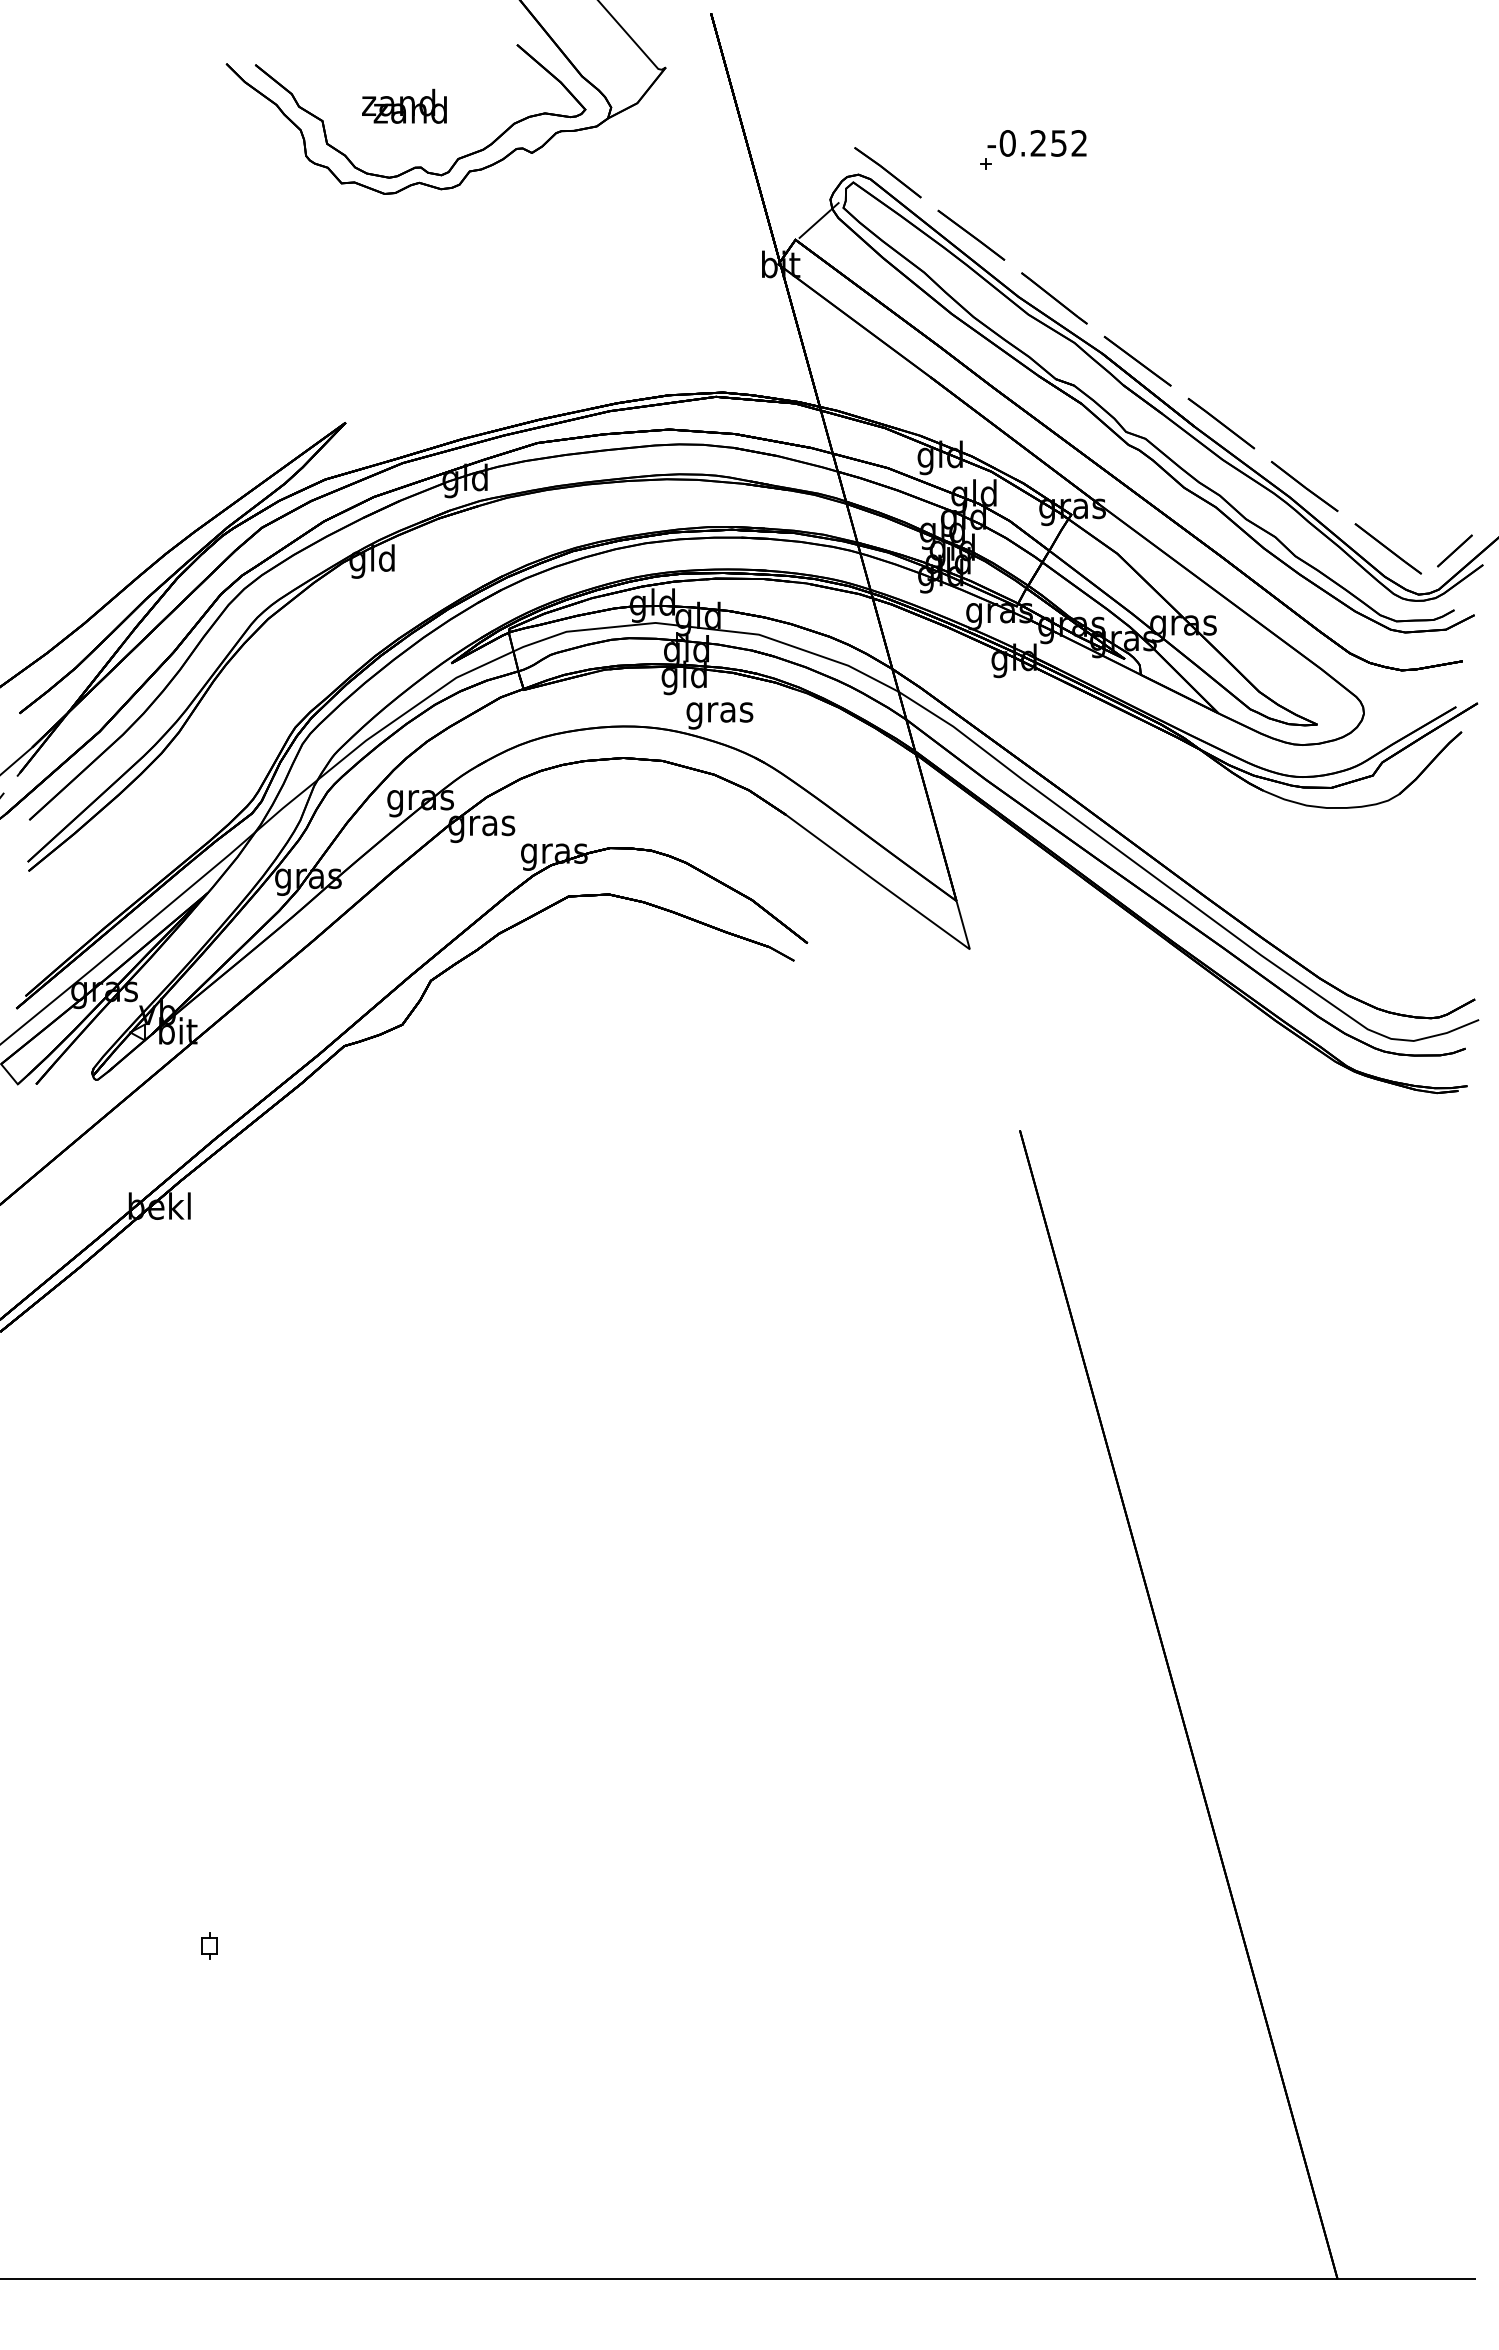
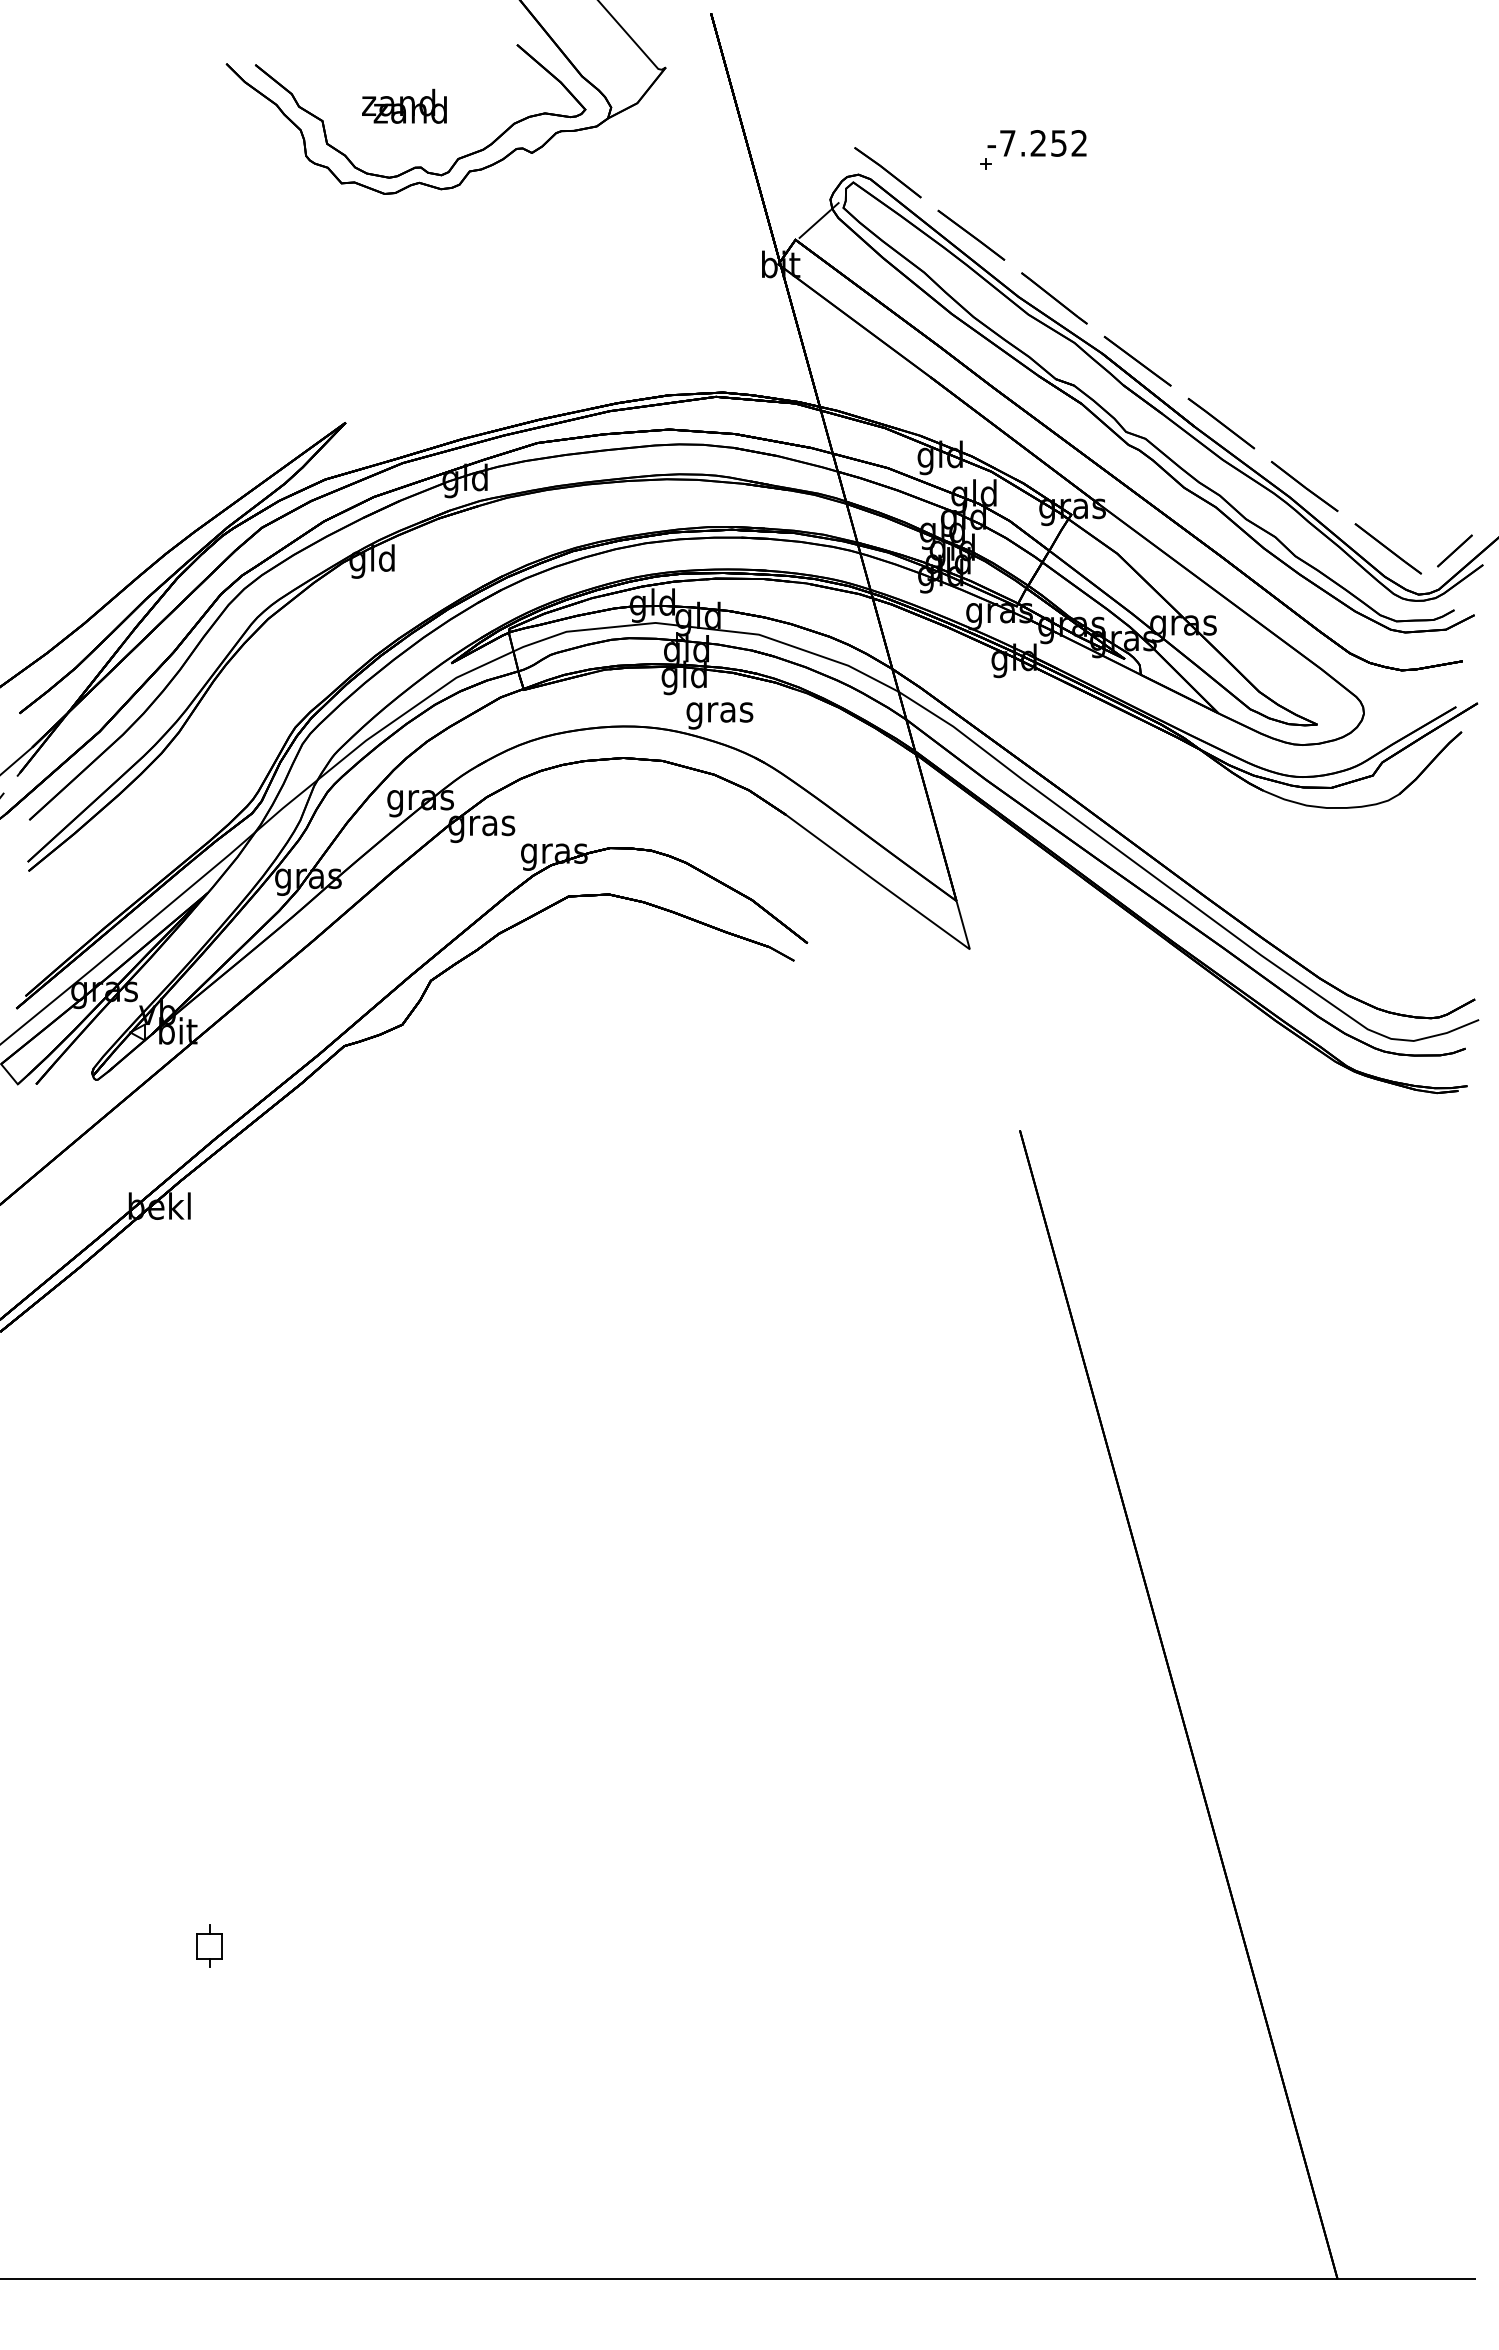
text at (1007, 143): -0.252 -> -7.252
part at (209, 1945) size: 17x28 px -> 27x44 px
